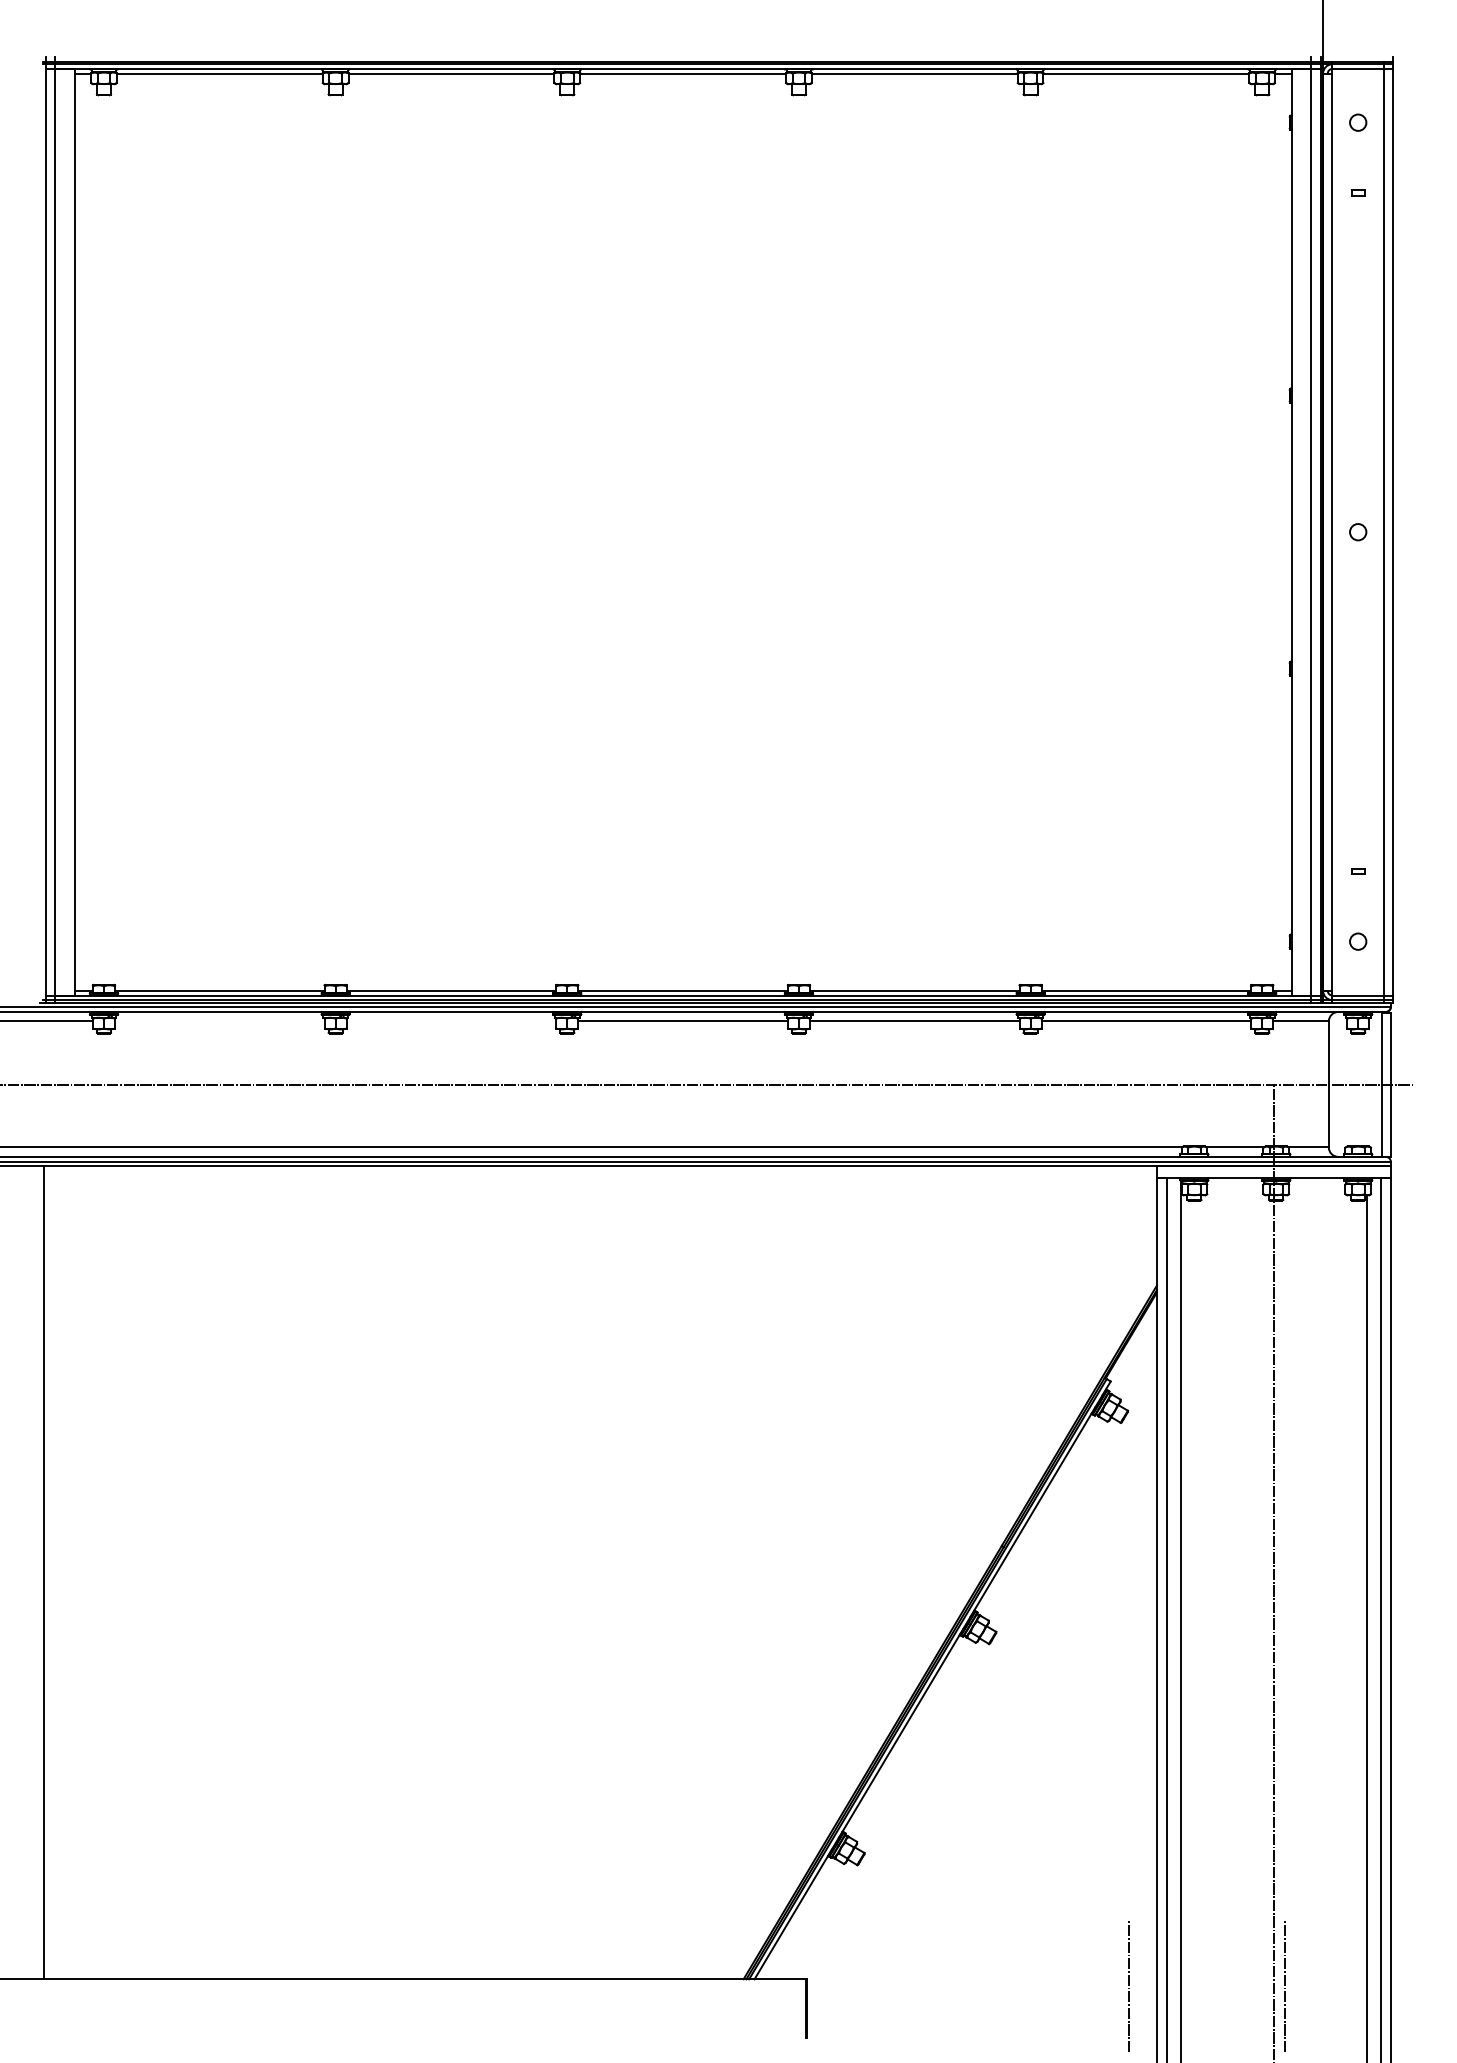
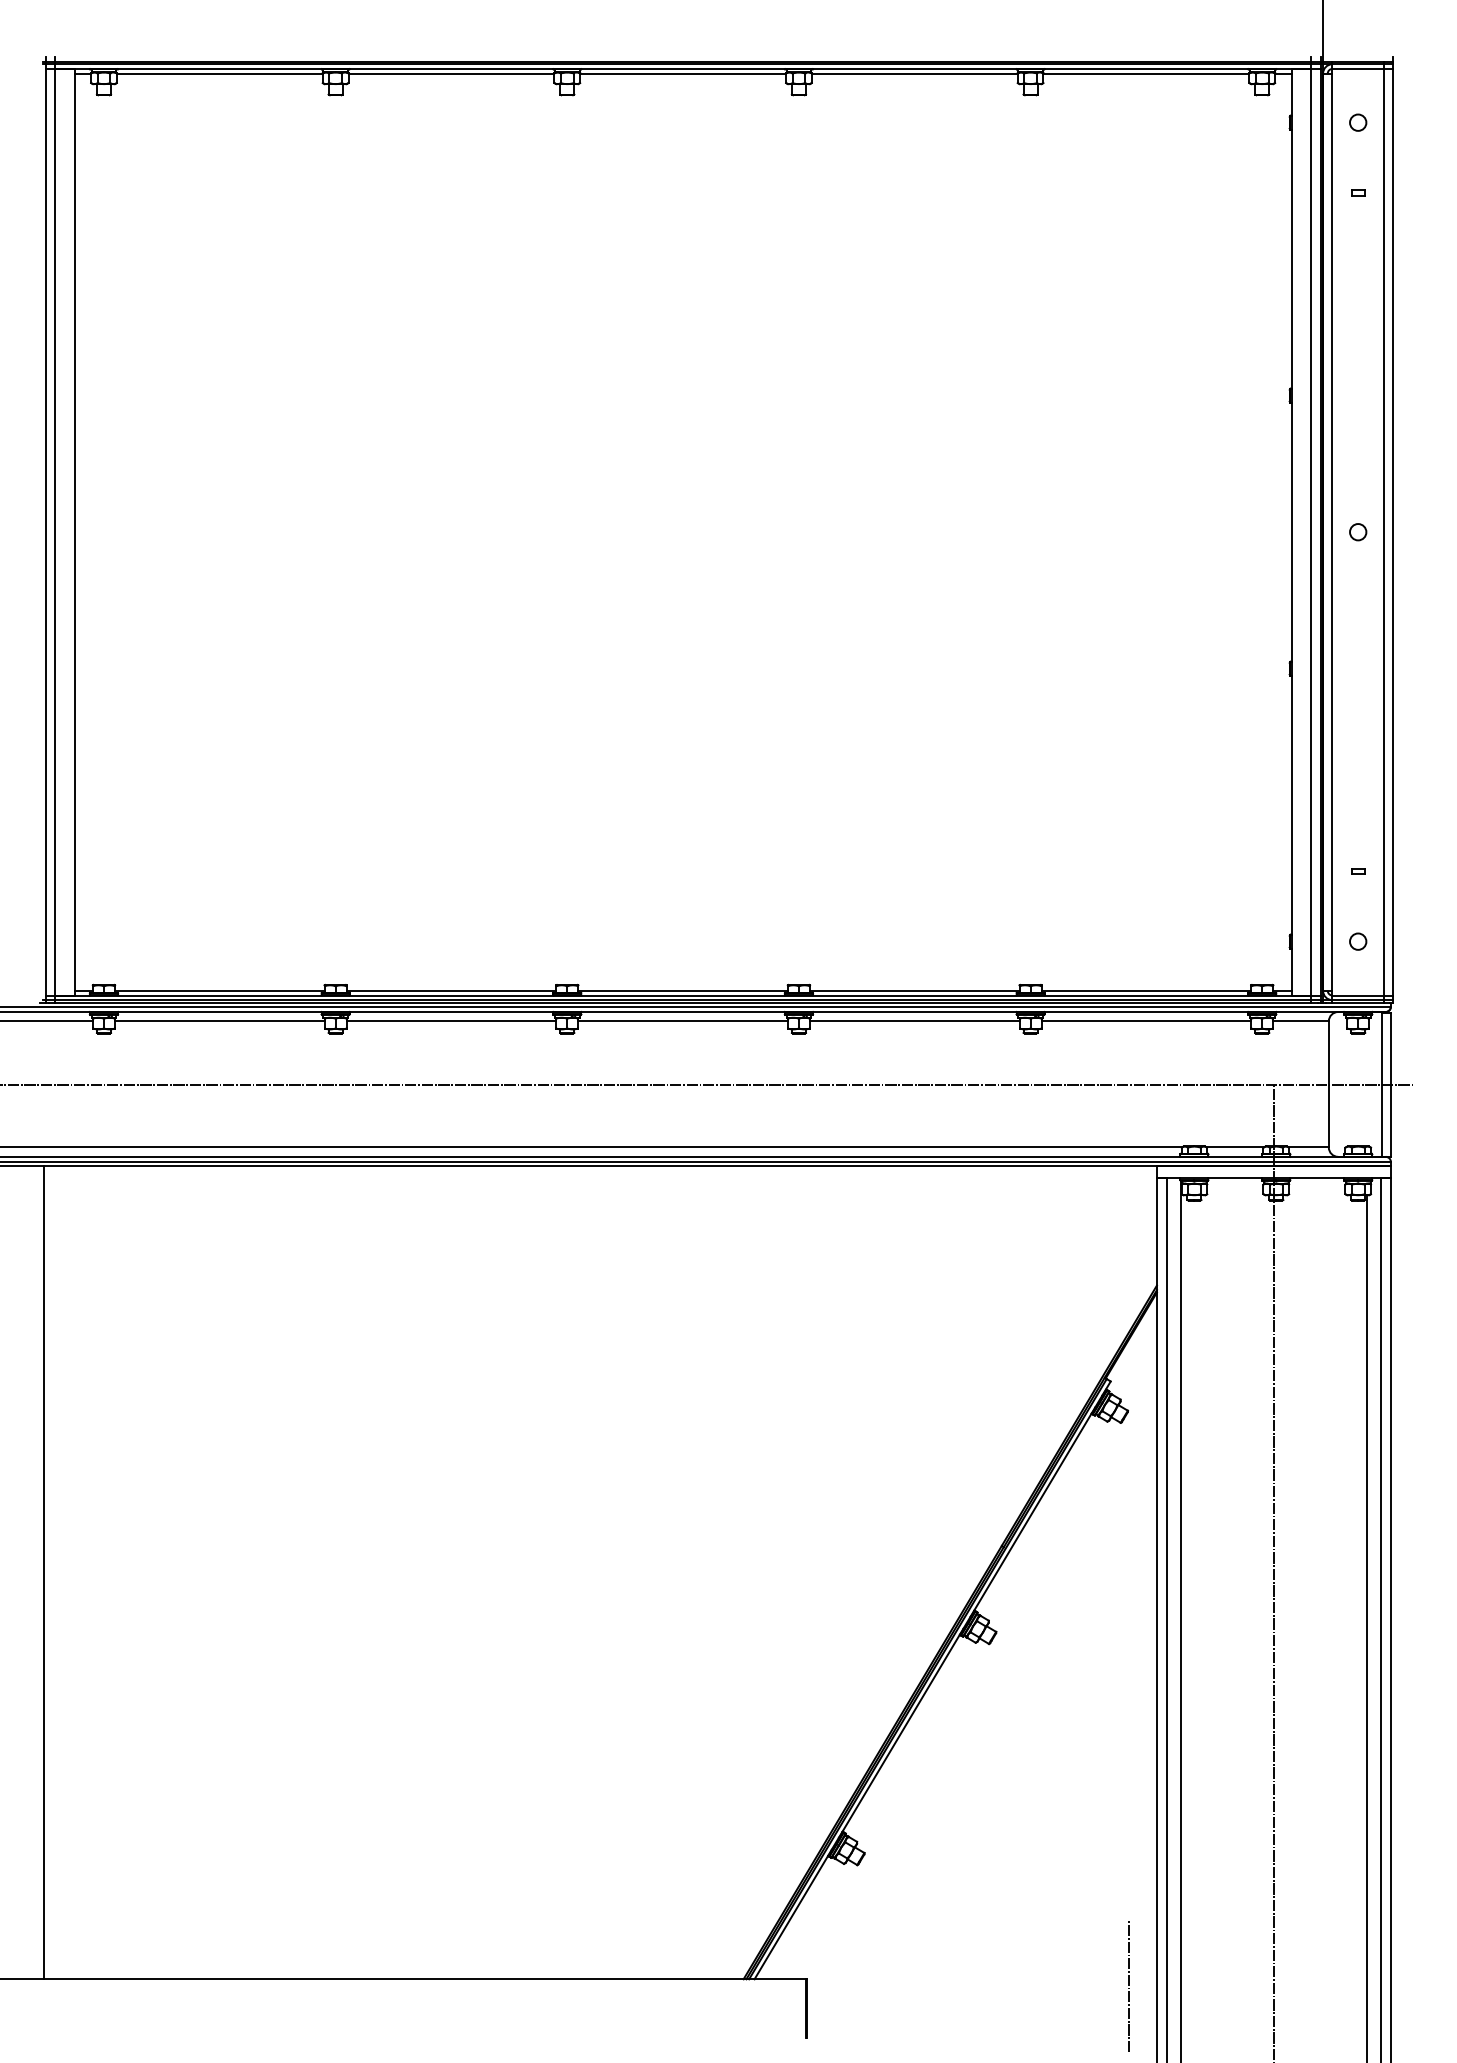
line at (219, 1021): none -> present
line at (451, 1021): none -> present
line at (1284, 1985): present -> none
